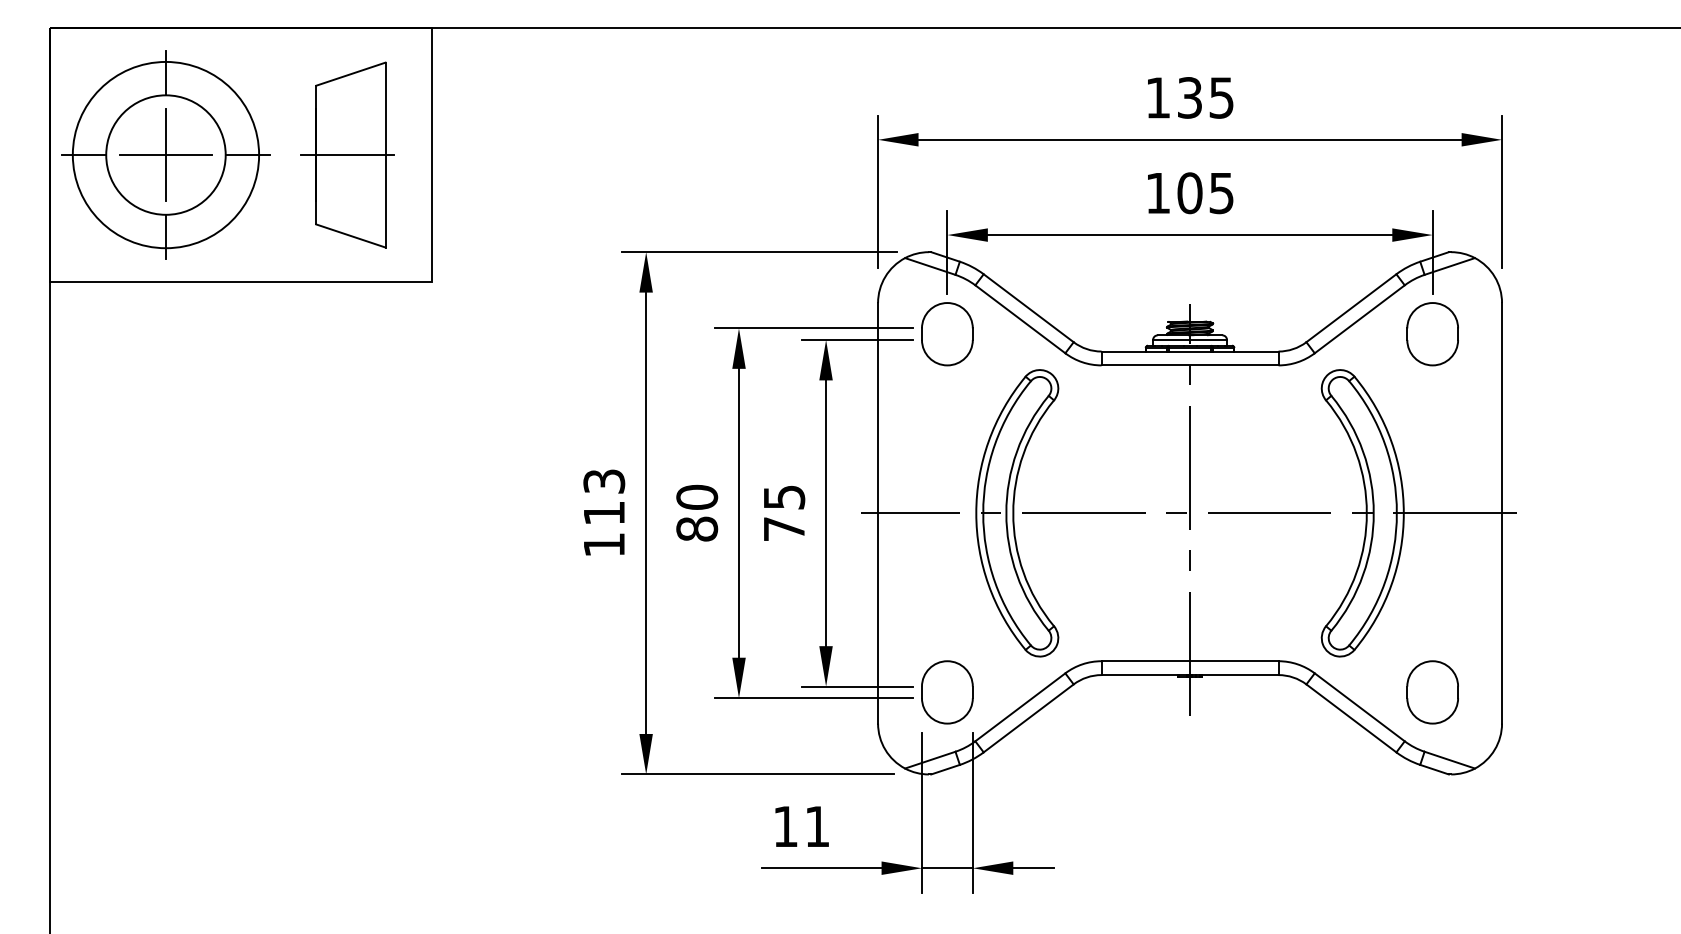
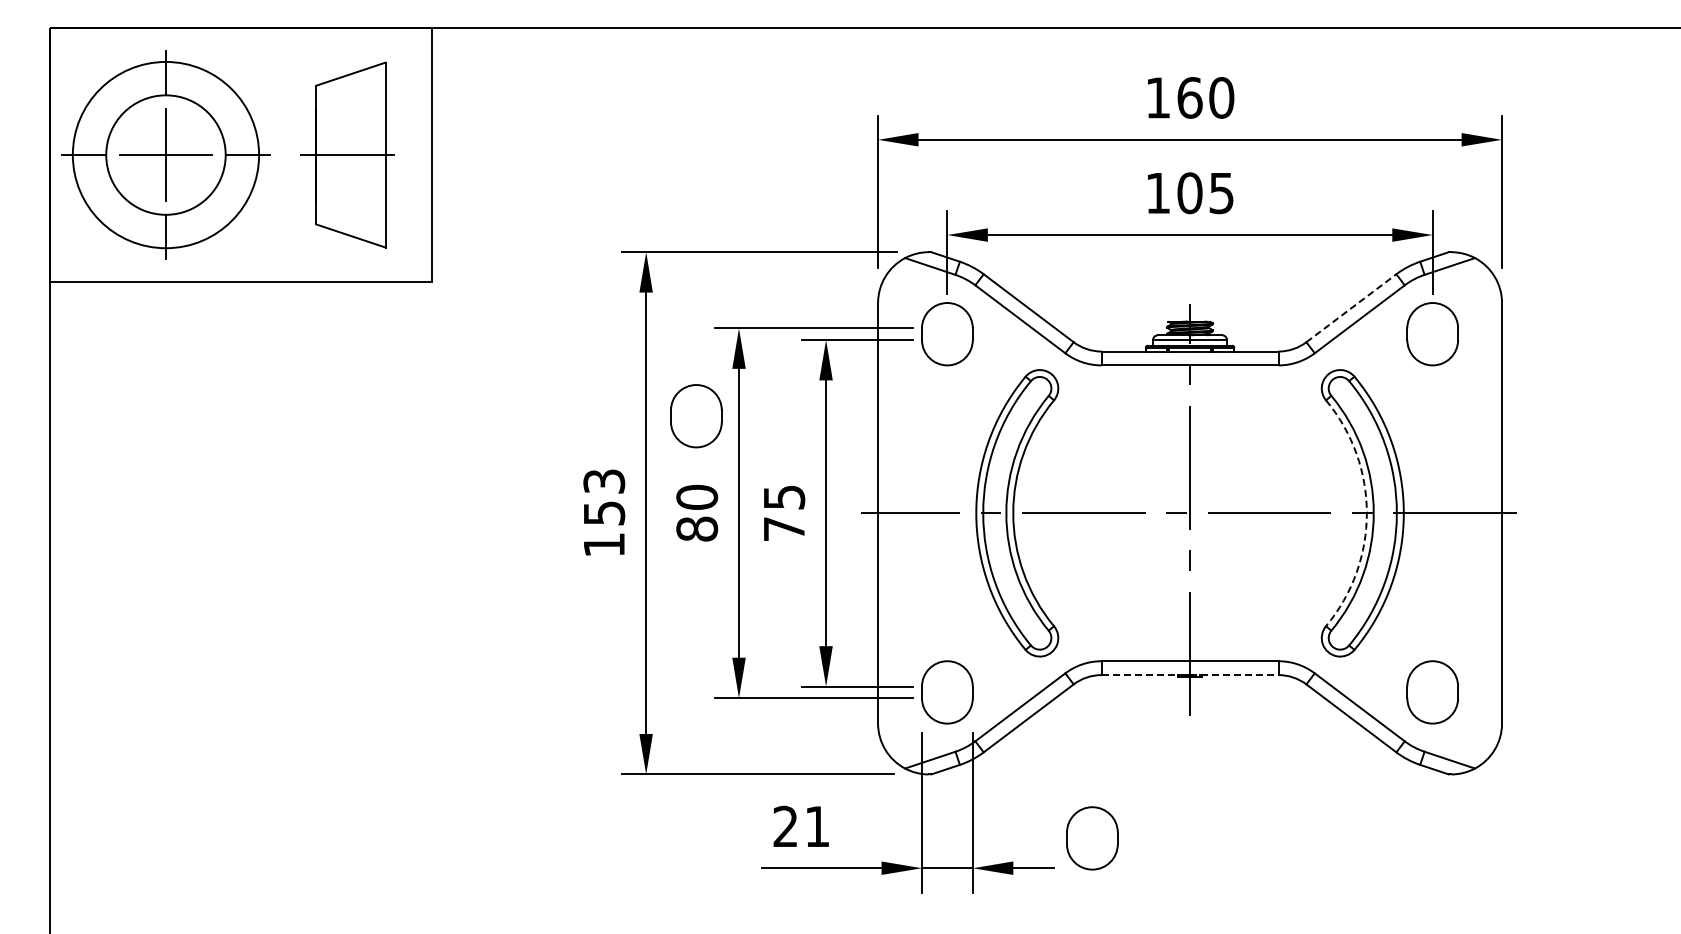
text at (1205, 97): 135 -> 160
line at (1351, 307): solid -> dashed
part at (696, 416): none -> present
text at (604, 513): 113 -> 153
arc at (1366, 513): solid -> dashed
line at (1190, 675): solid -> dashed
text at (785, 825): 11 -> 21
part at (1092, 838): none -> present
